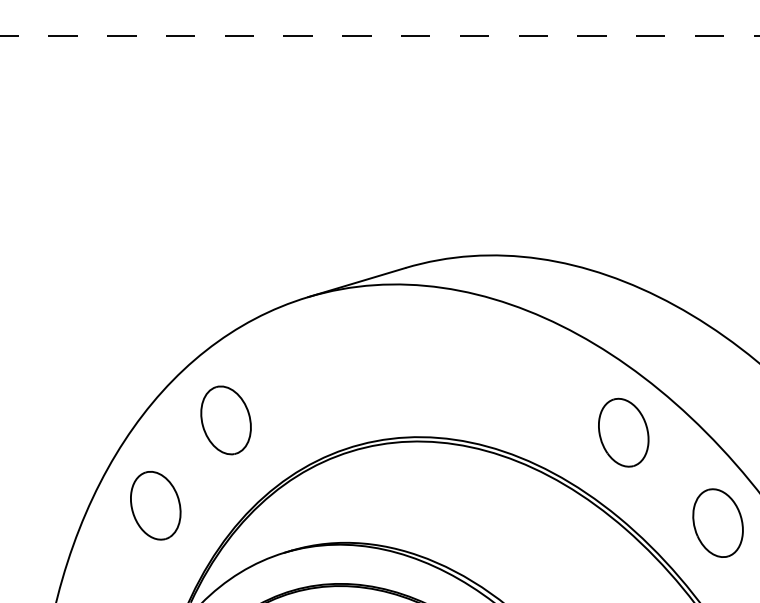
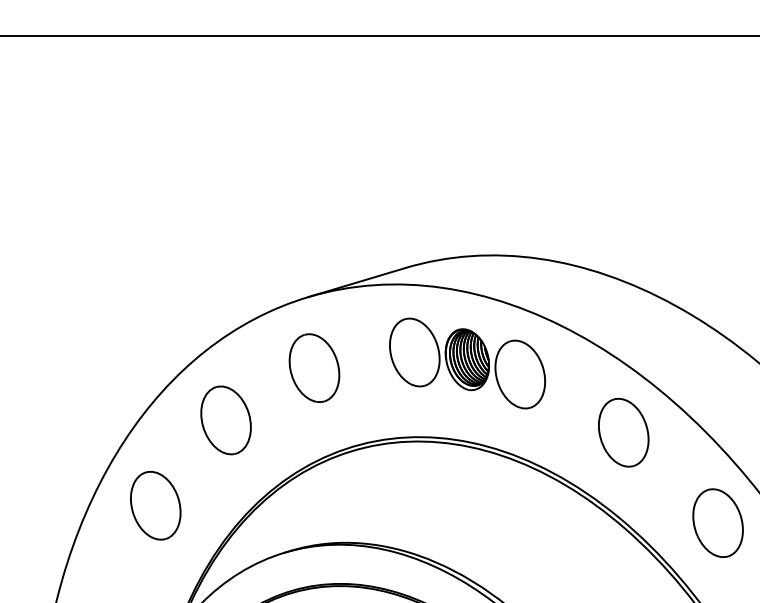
line at (380, 36): dashed -> solid
part at (467, 363): none -> present
part at (314, 367): none -> present
